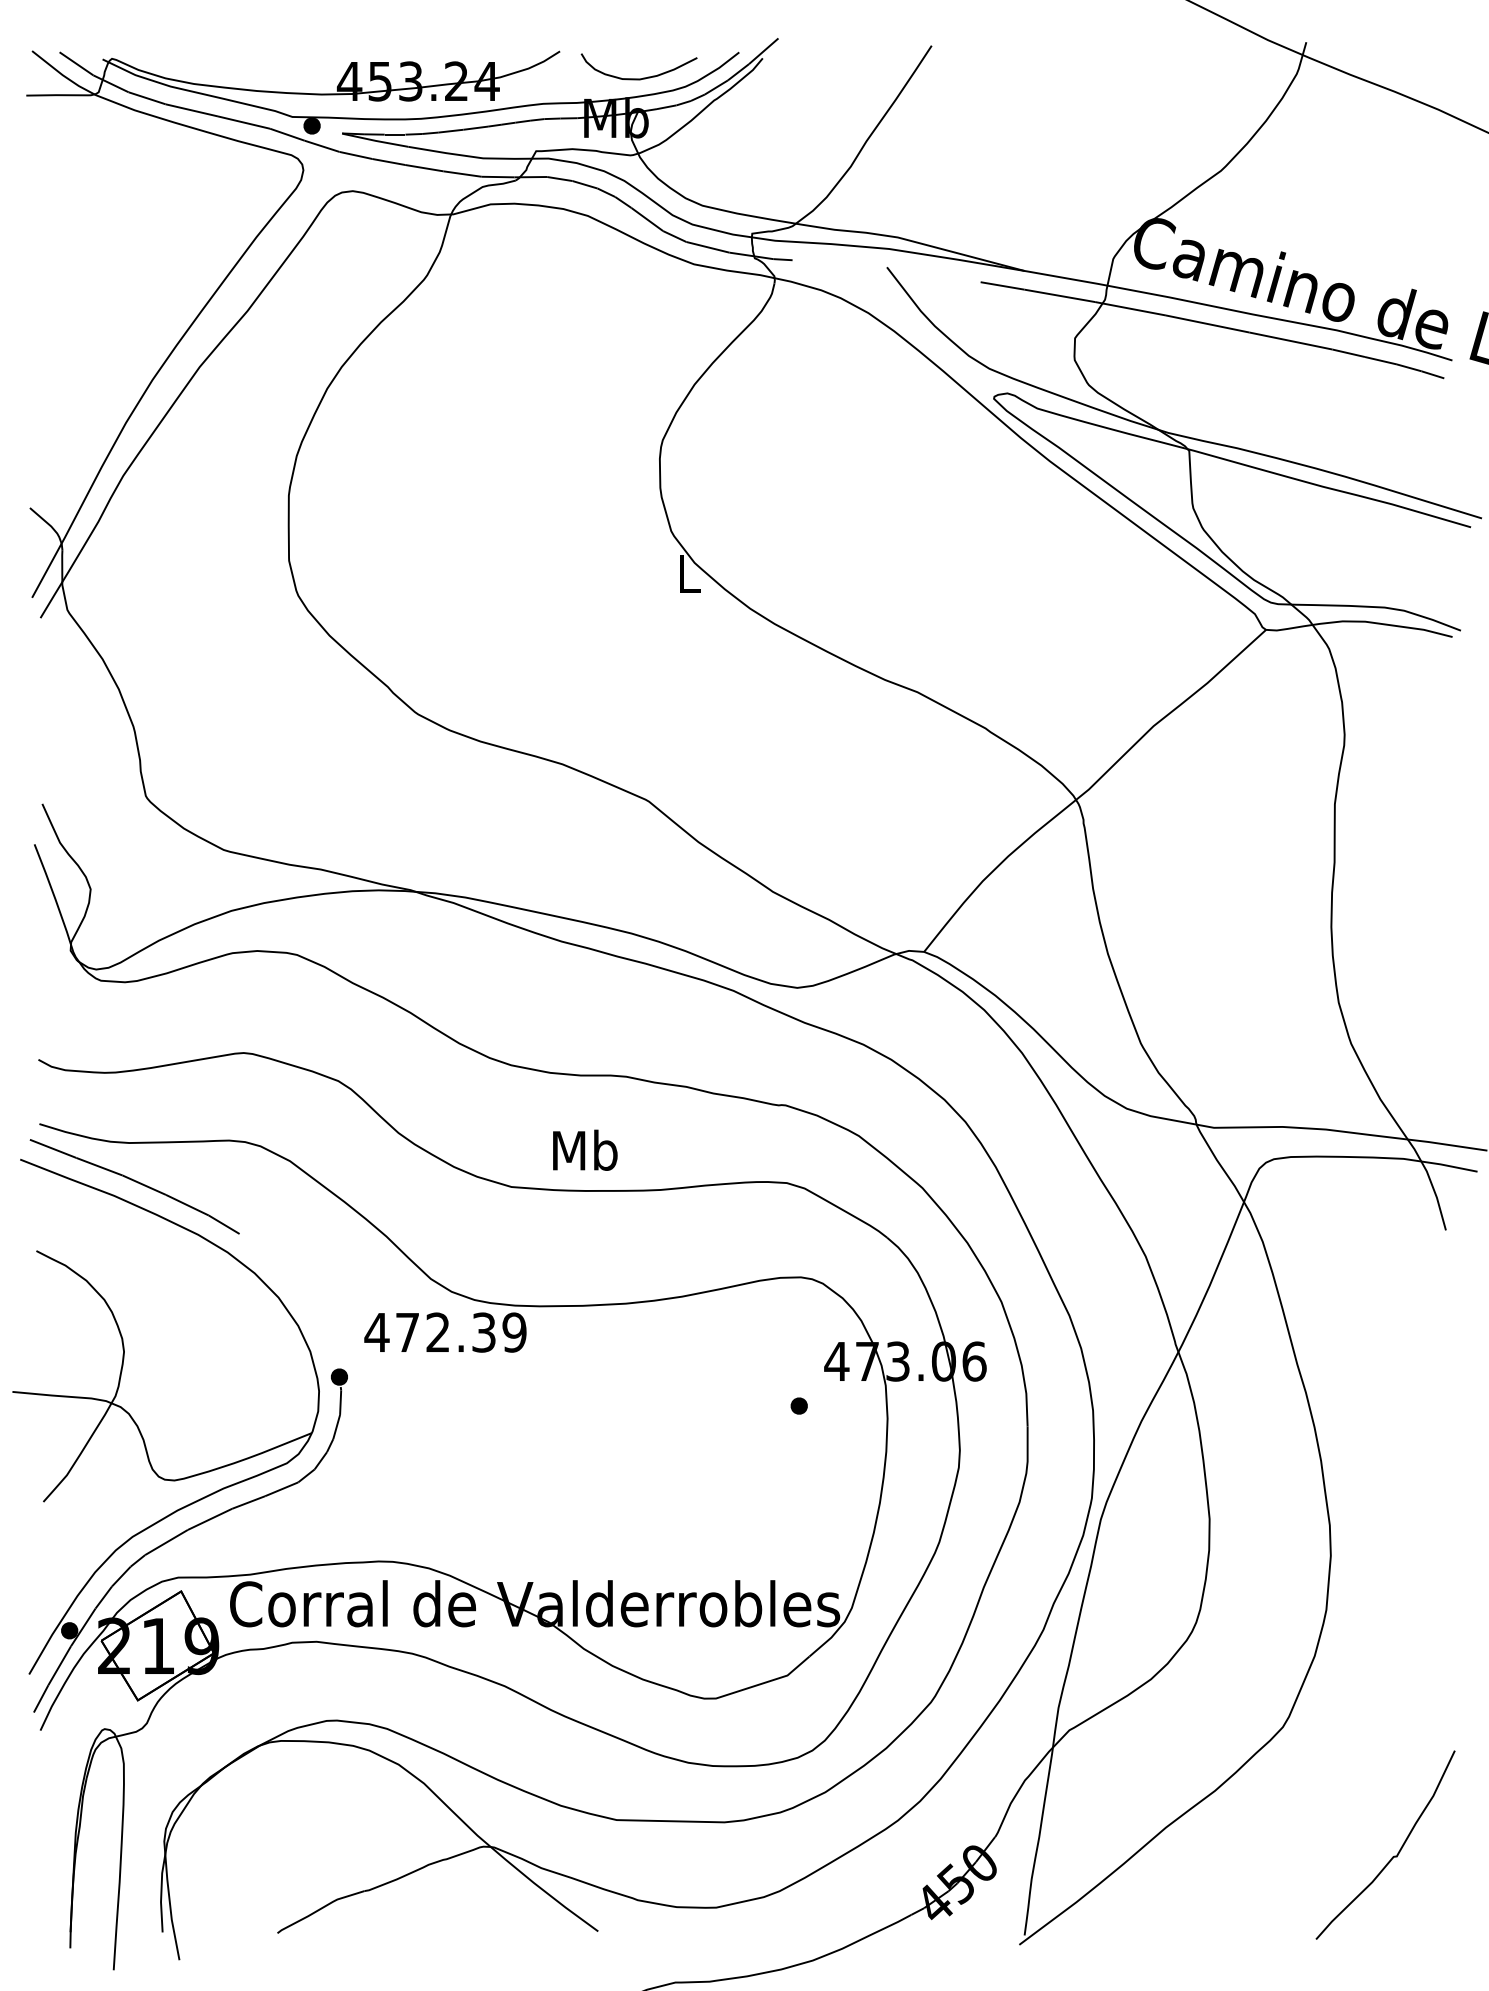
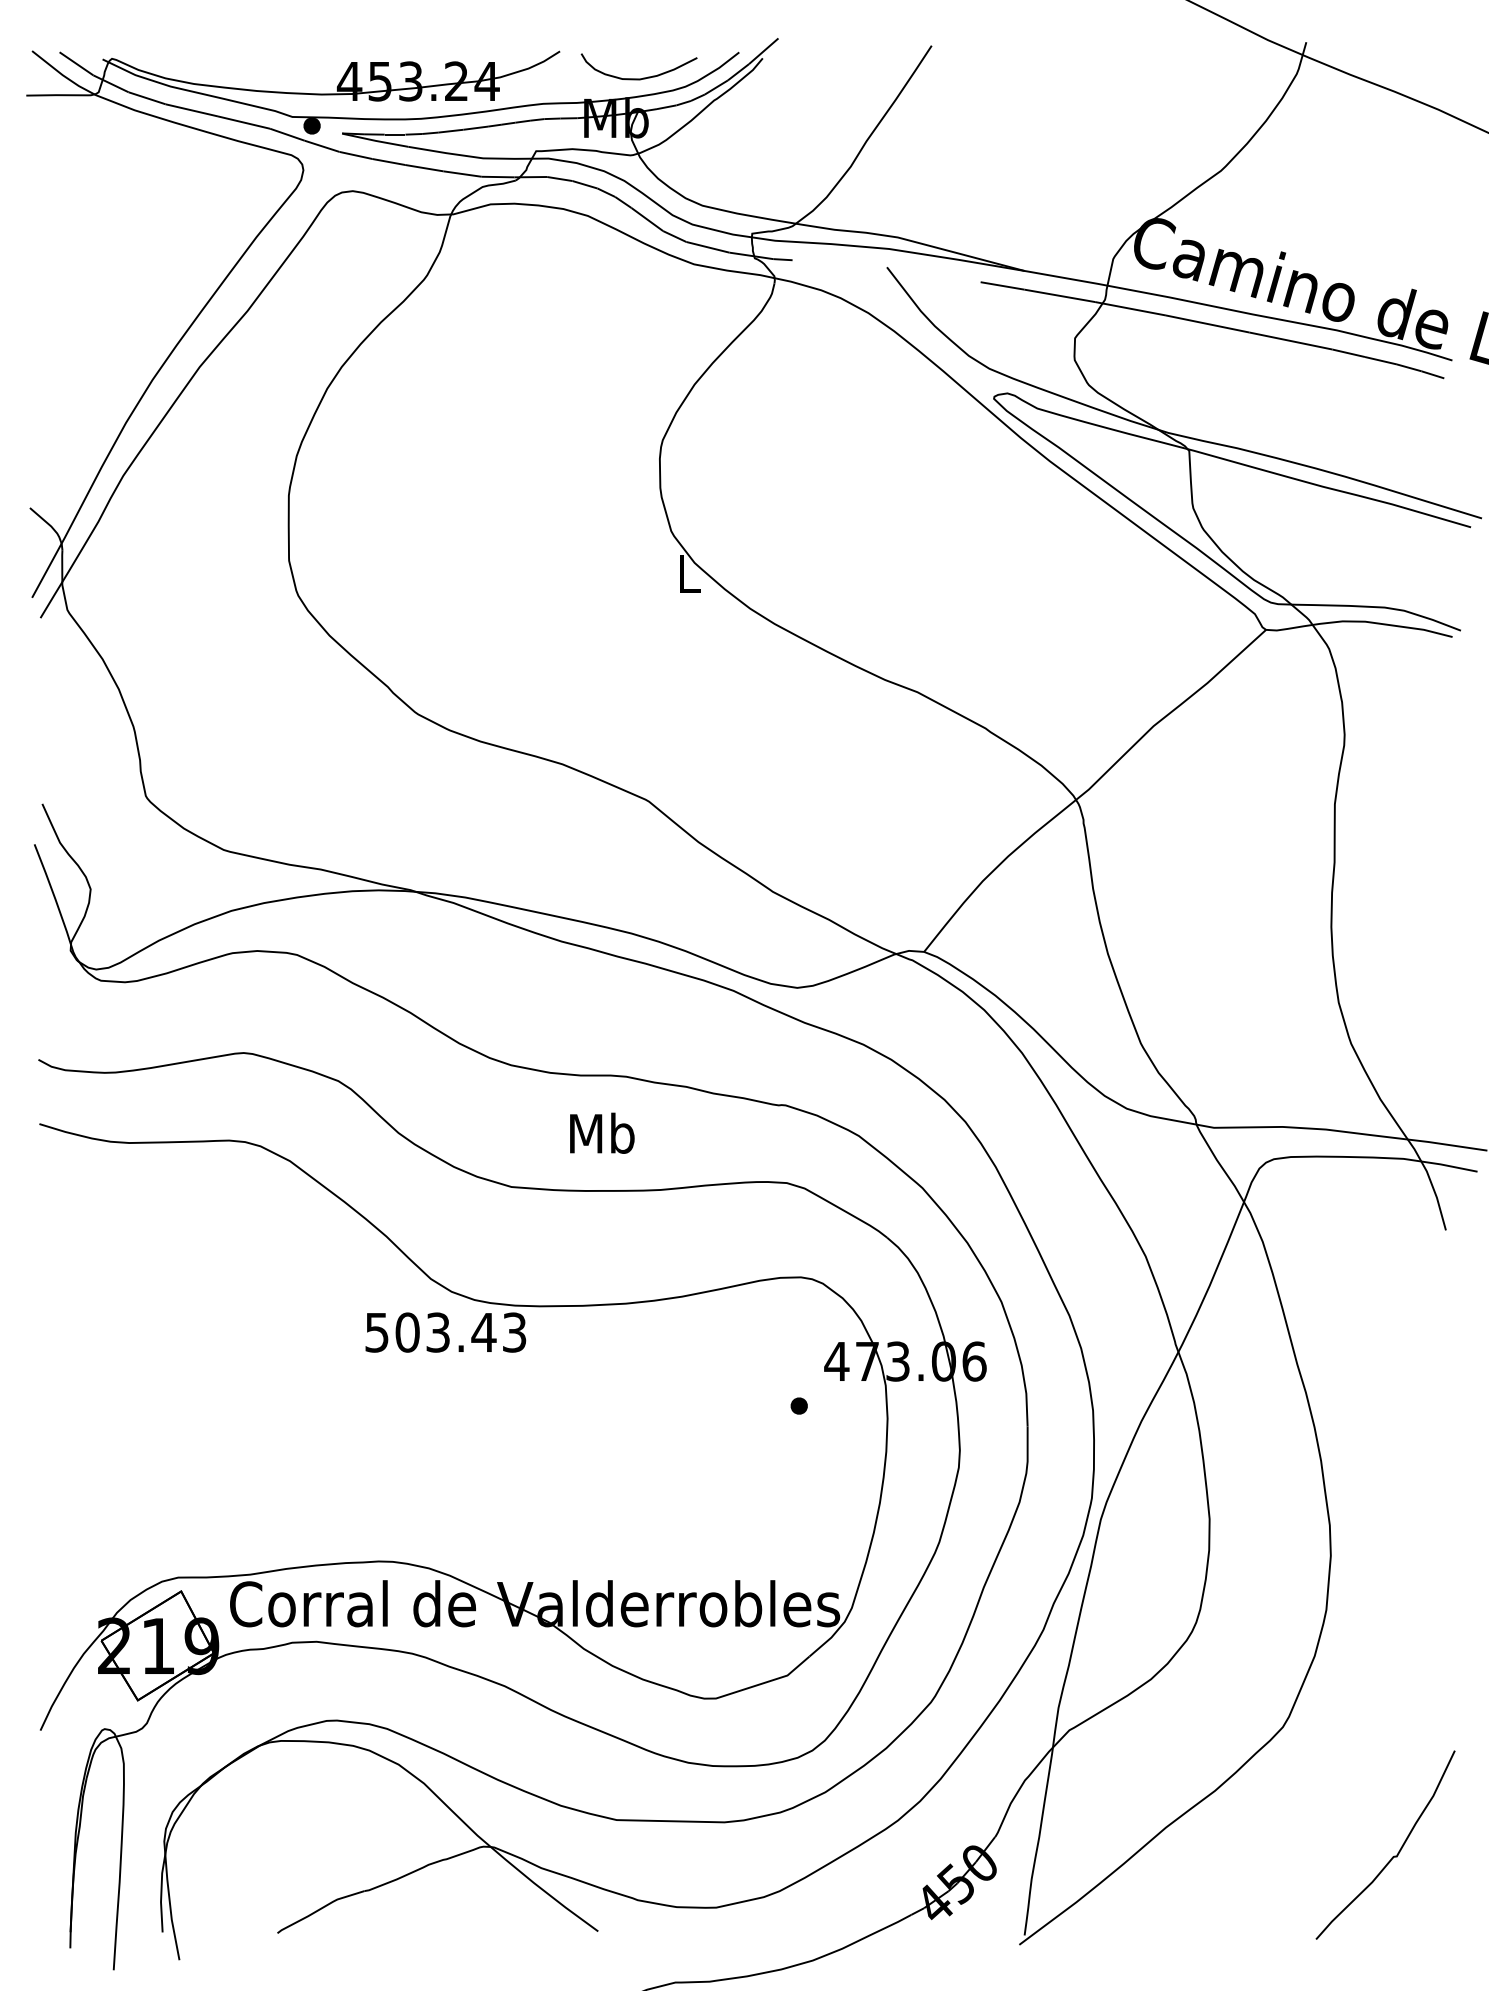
text at (585, 1149) position: (585, 1149) -> (602, 1132)
text at (445, 1332): 472.39 -> 503.43
part at (144, 1439): present -> none
